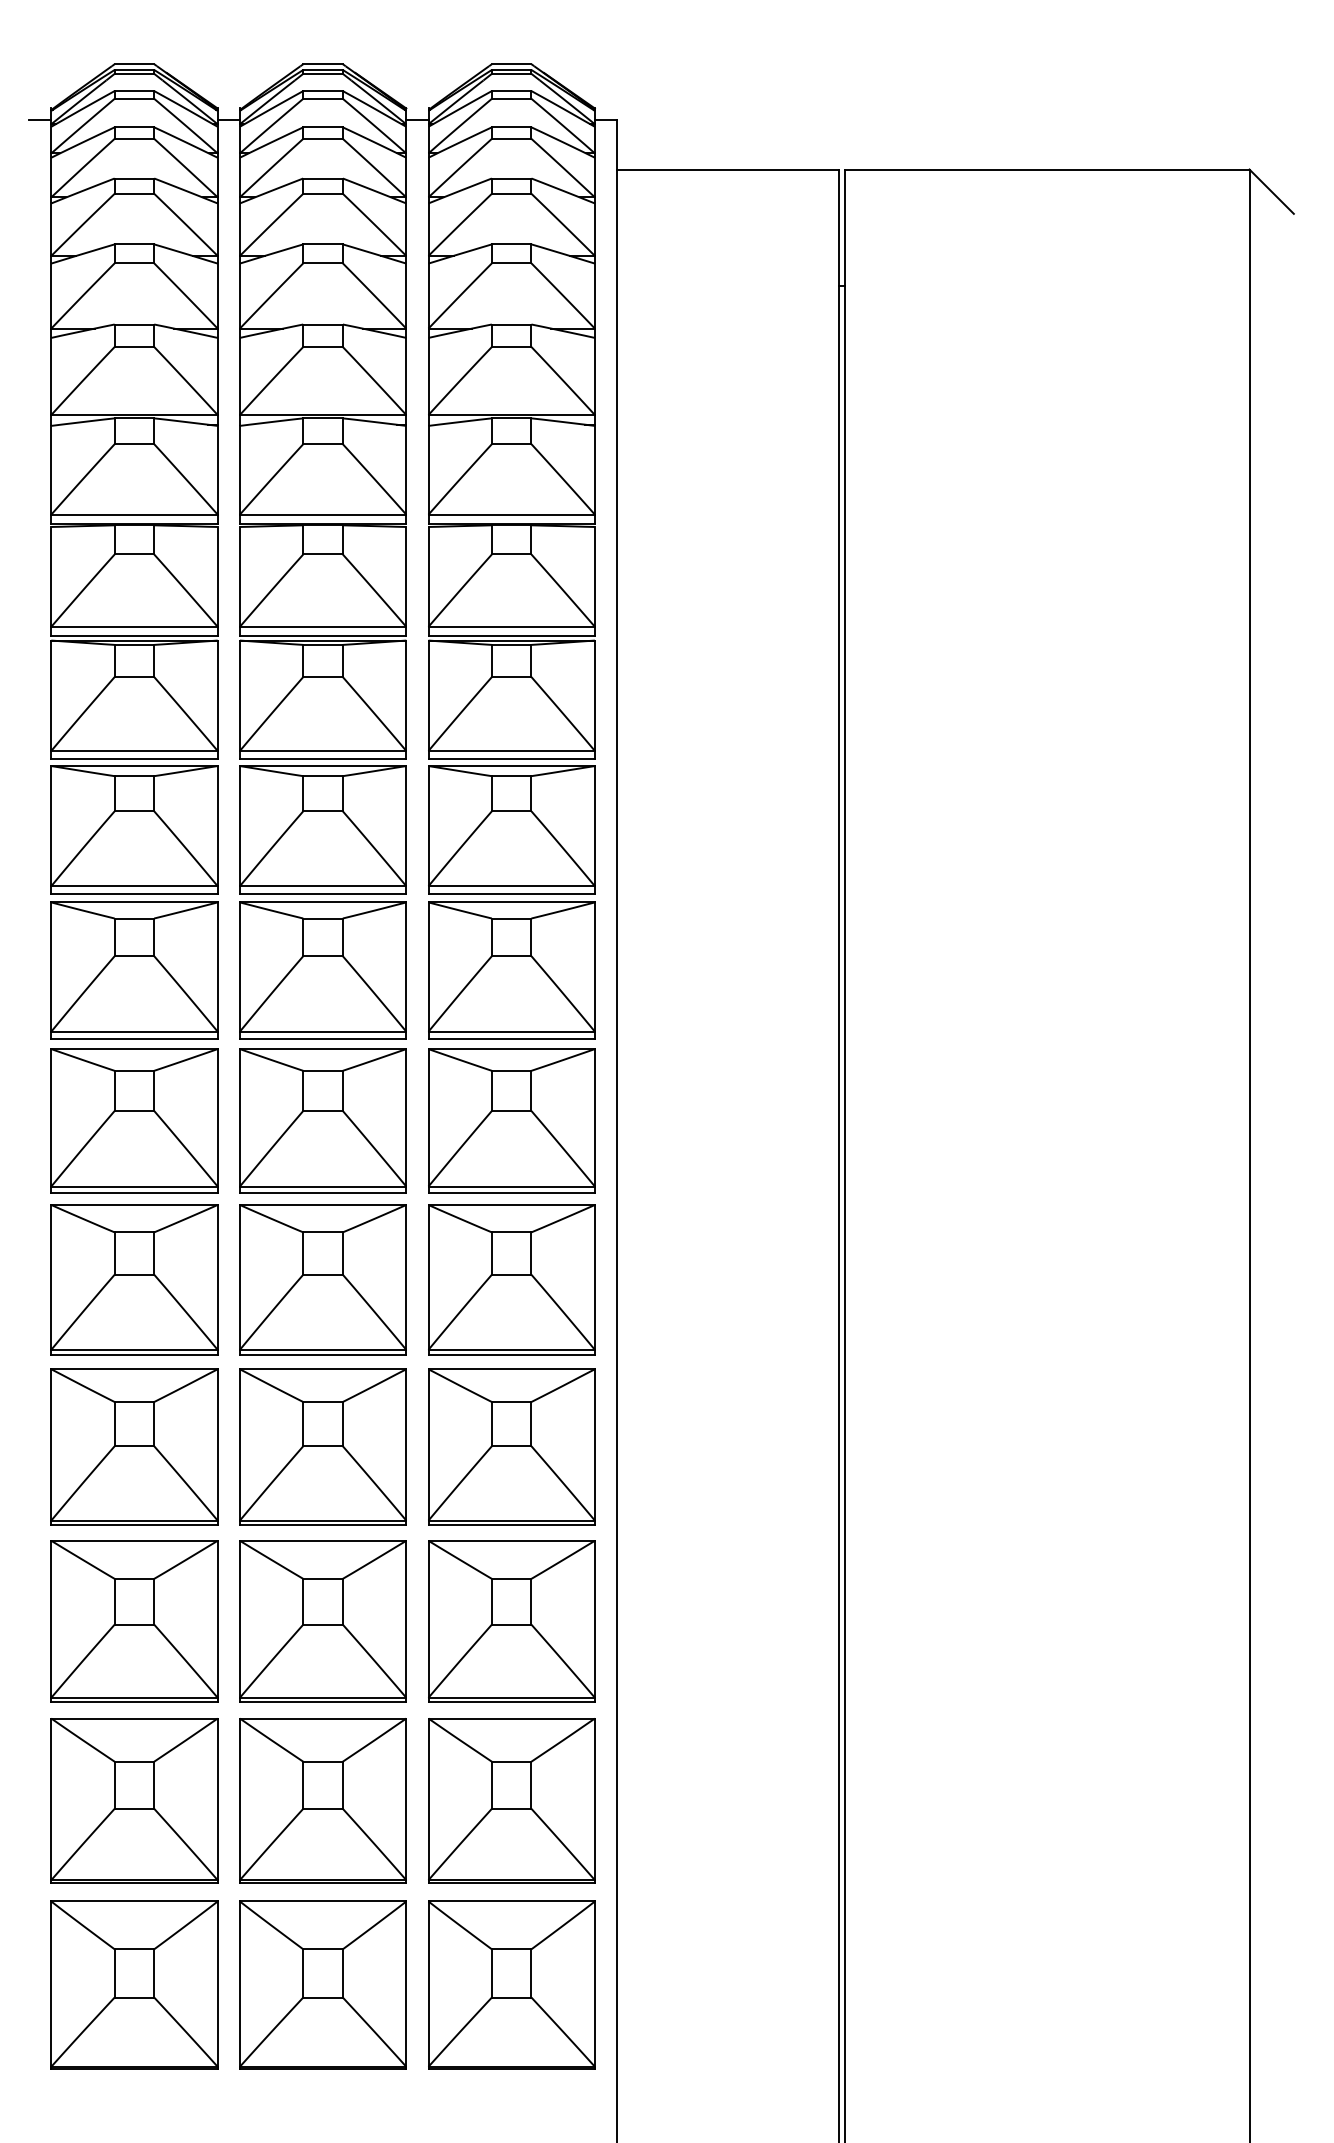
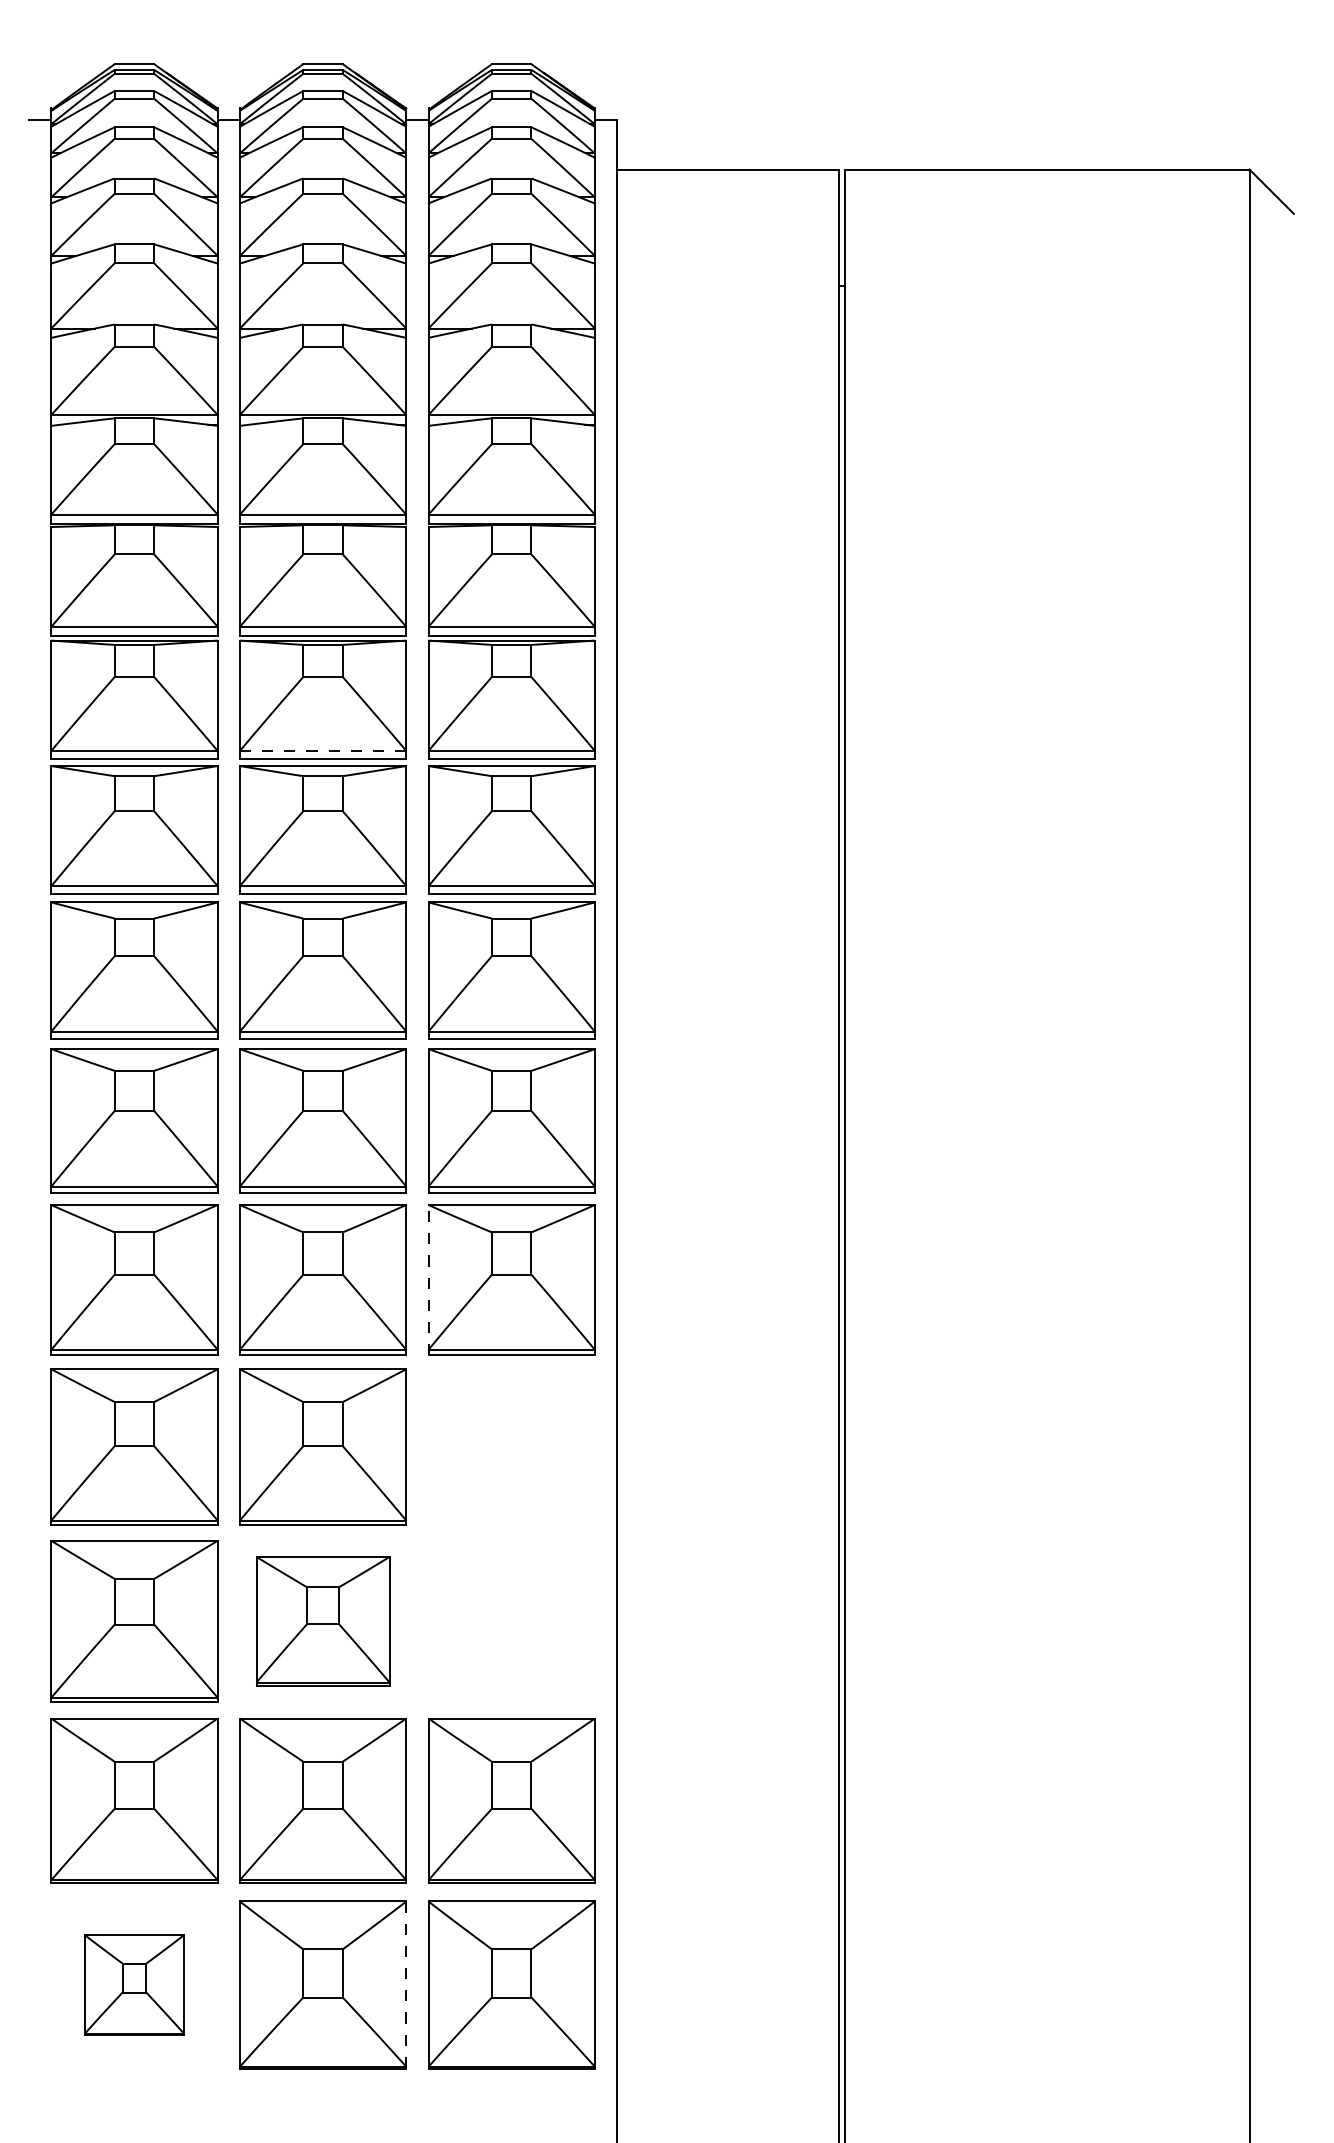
line at (323, 750): solid -> dashed
line at (428, 1279): solid -> dashed
part at (511, 1446): present -> none
part at (322, 1621) size: 168x163 px -> 135x131 px
part at (511, 1621): present -> none
part at (134, 1984) size: 169x170 px -> 101x102 px
line at (406, 1985): solid -> dashed
